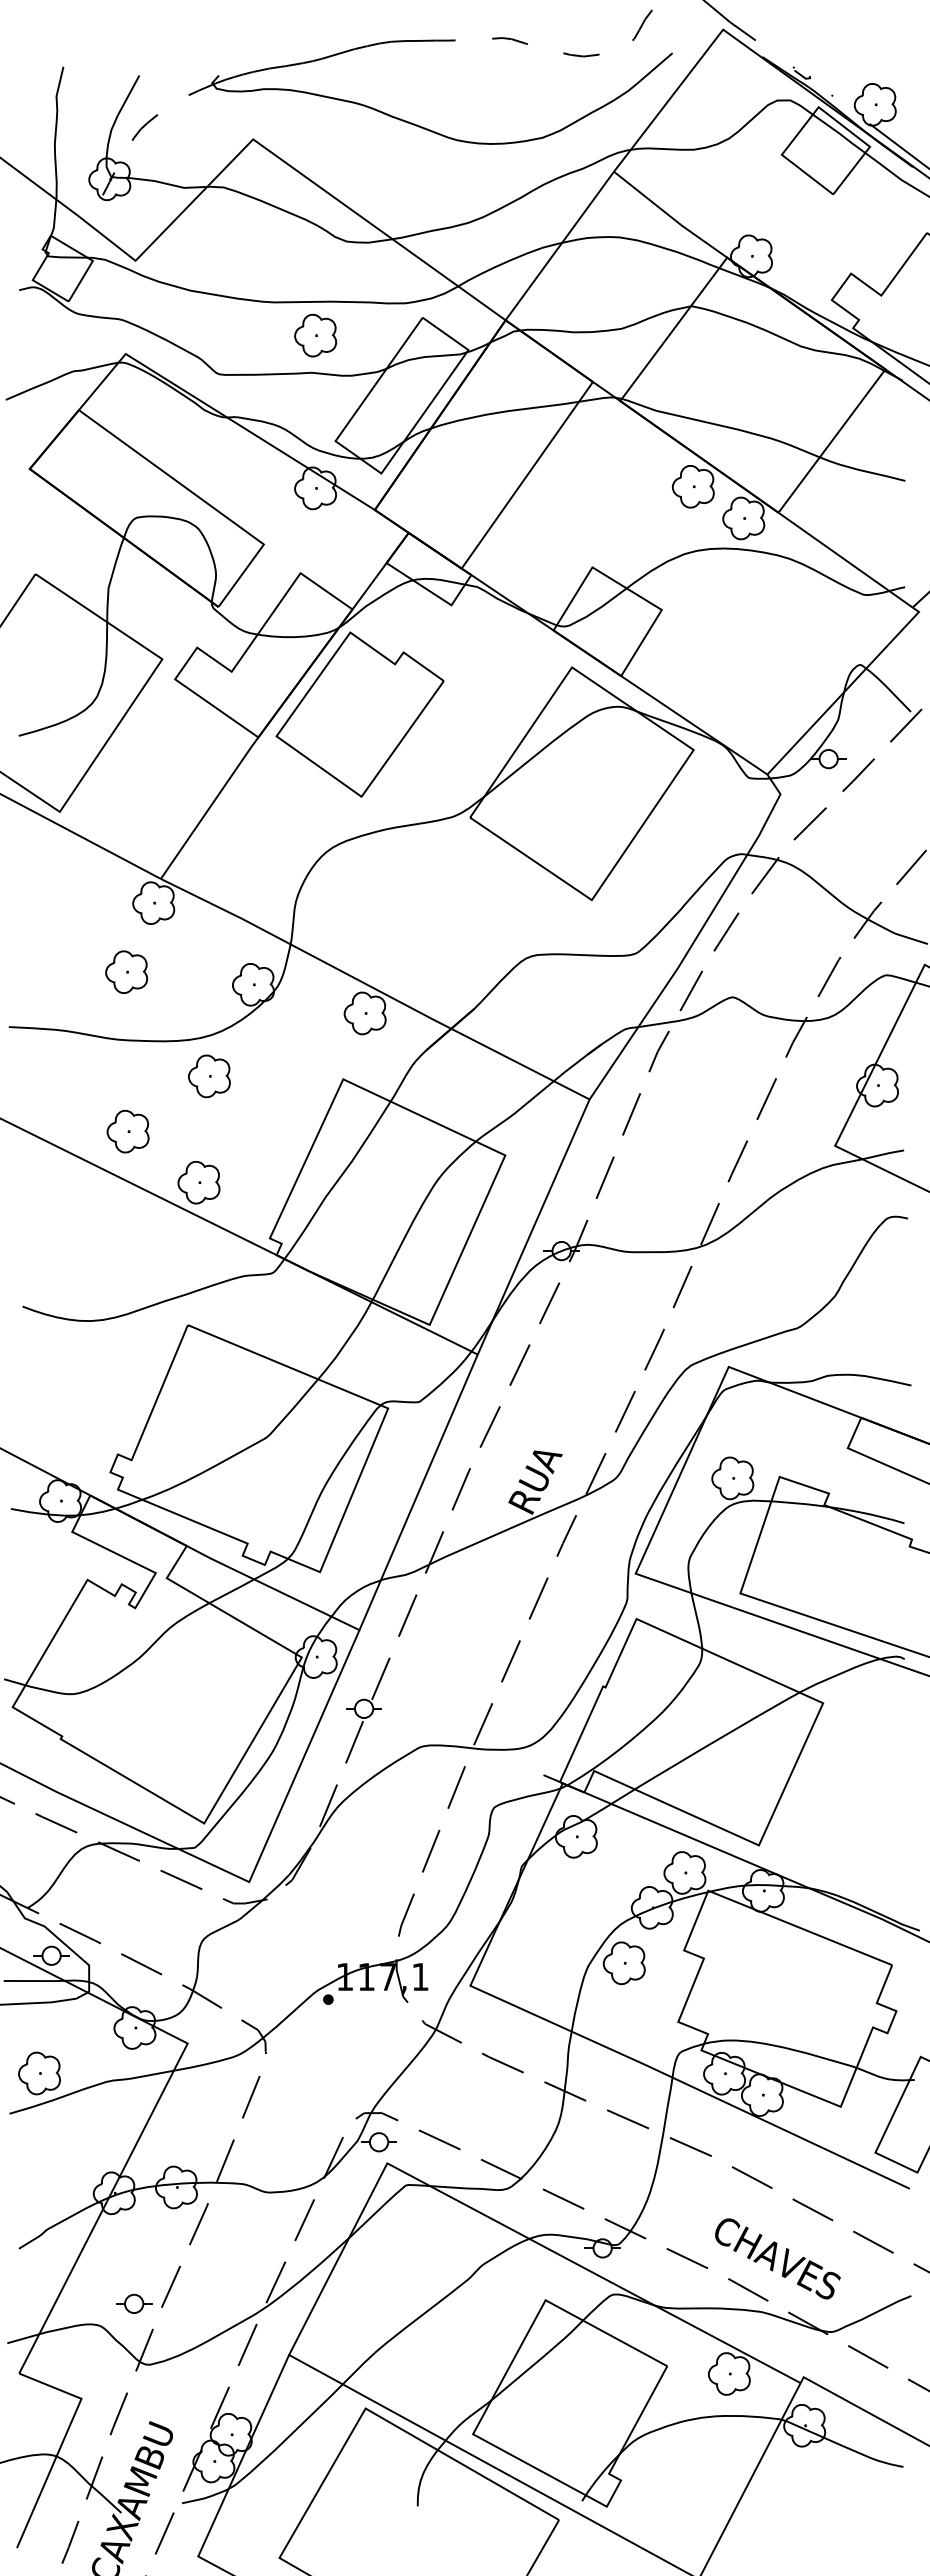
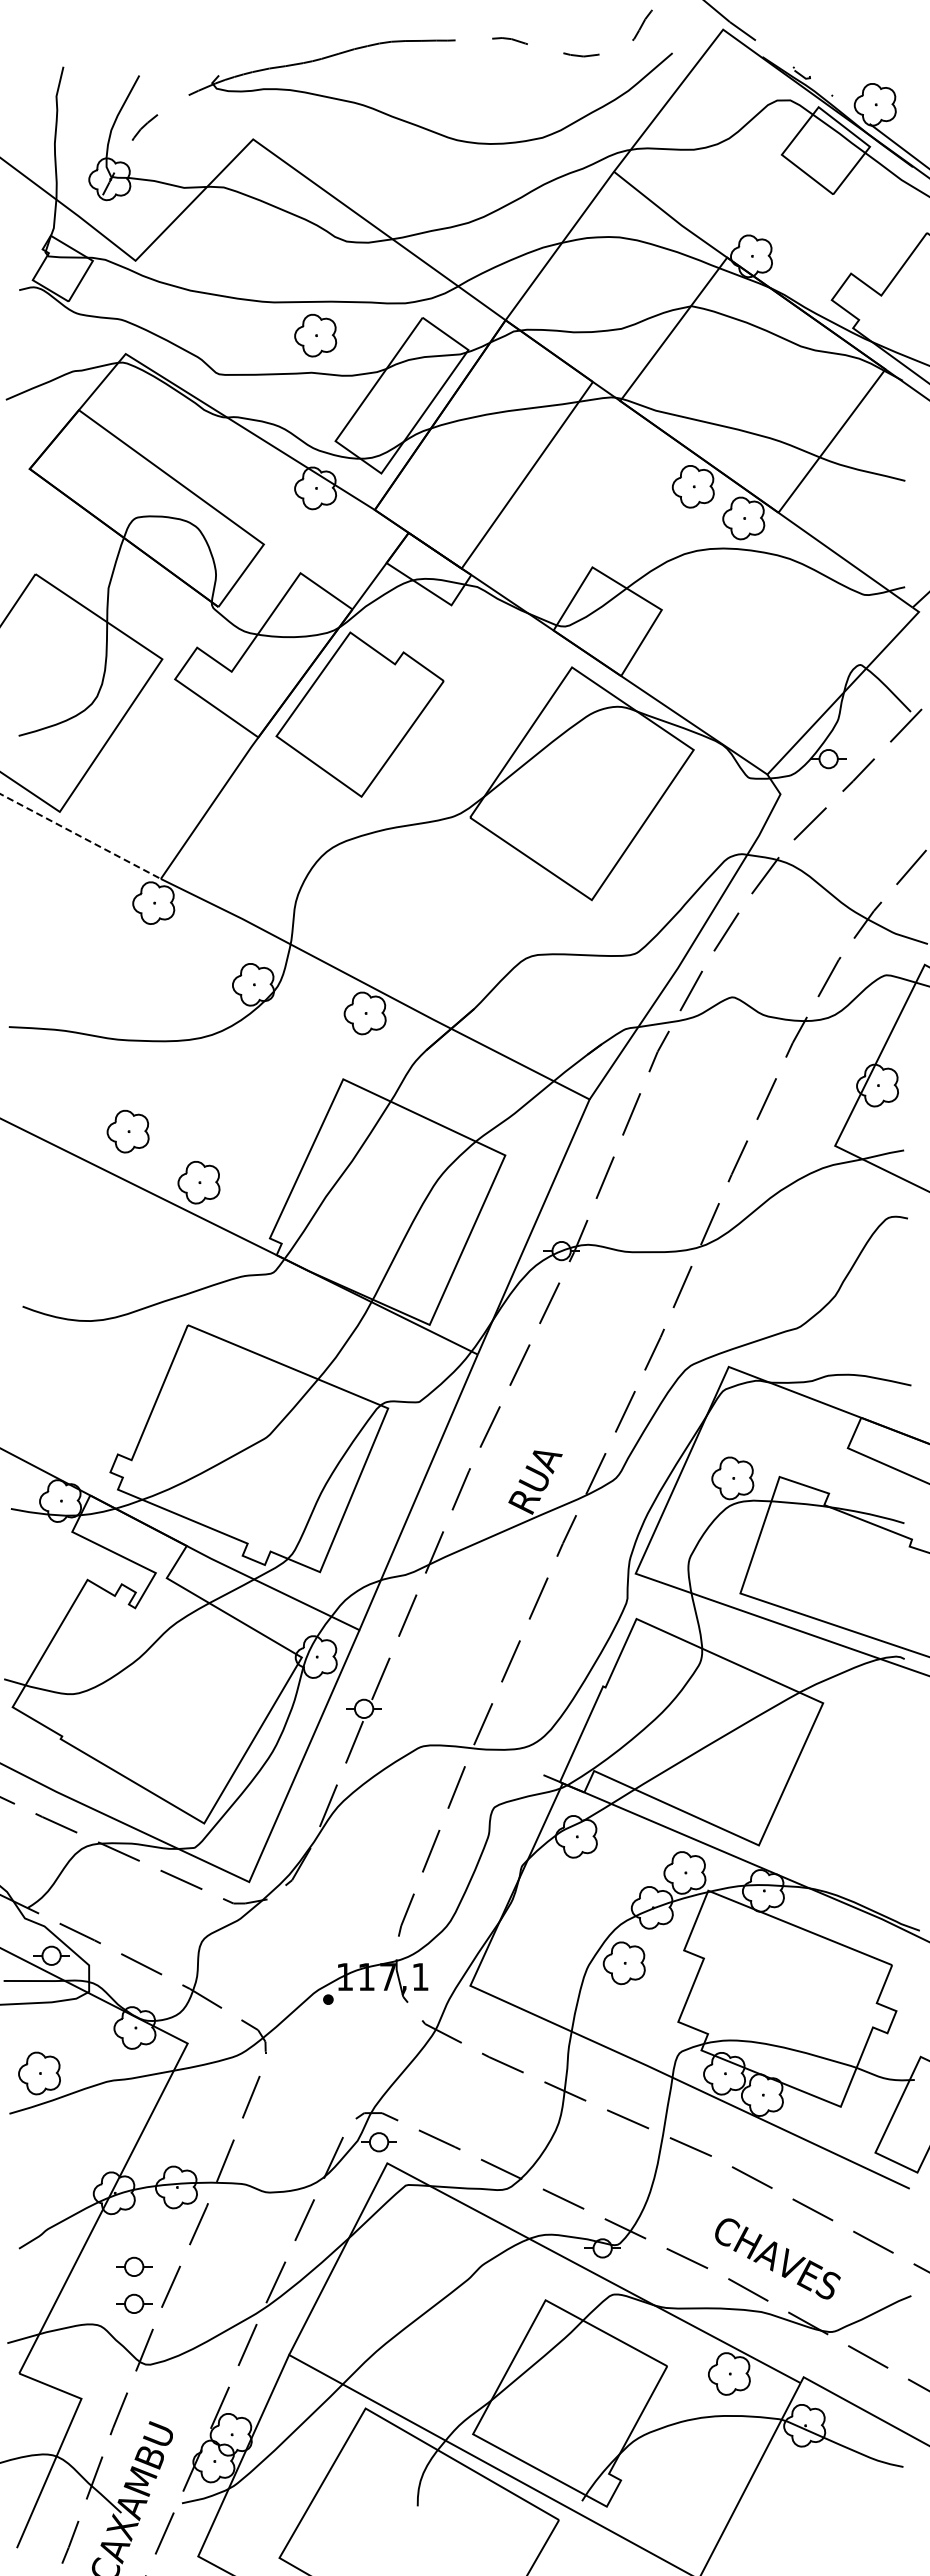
line at (80, 836): solid -> dashed
part at (126, 971): present -> none
part at (209, 1076): present -> none
part at (134, 2266): none -> present
